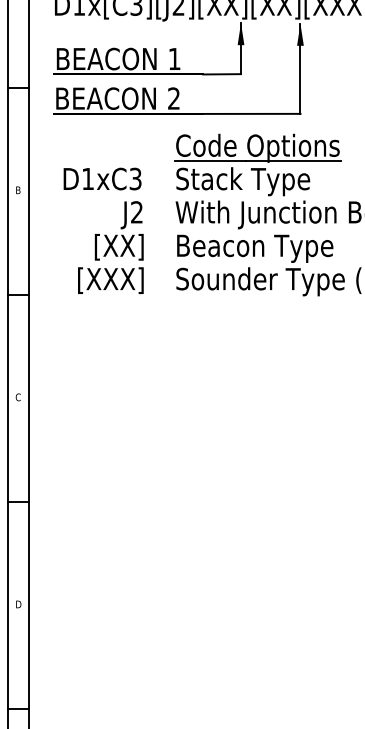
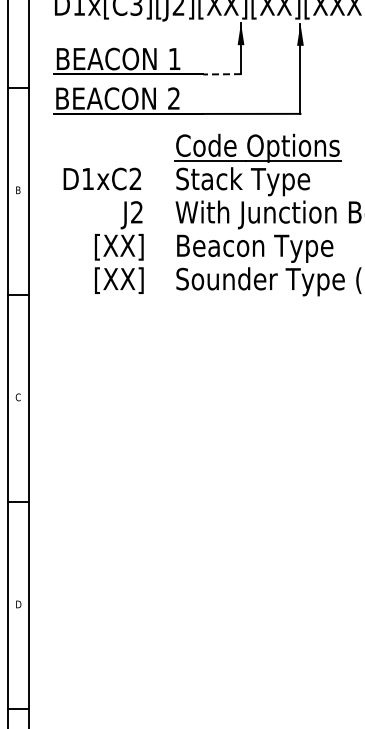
line at (222, 74): solid -> dashed
text at (135, 179): D1xC3 -> D1xC2
text at (89, 280): [XXX] -> [XX]
